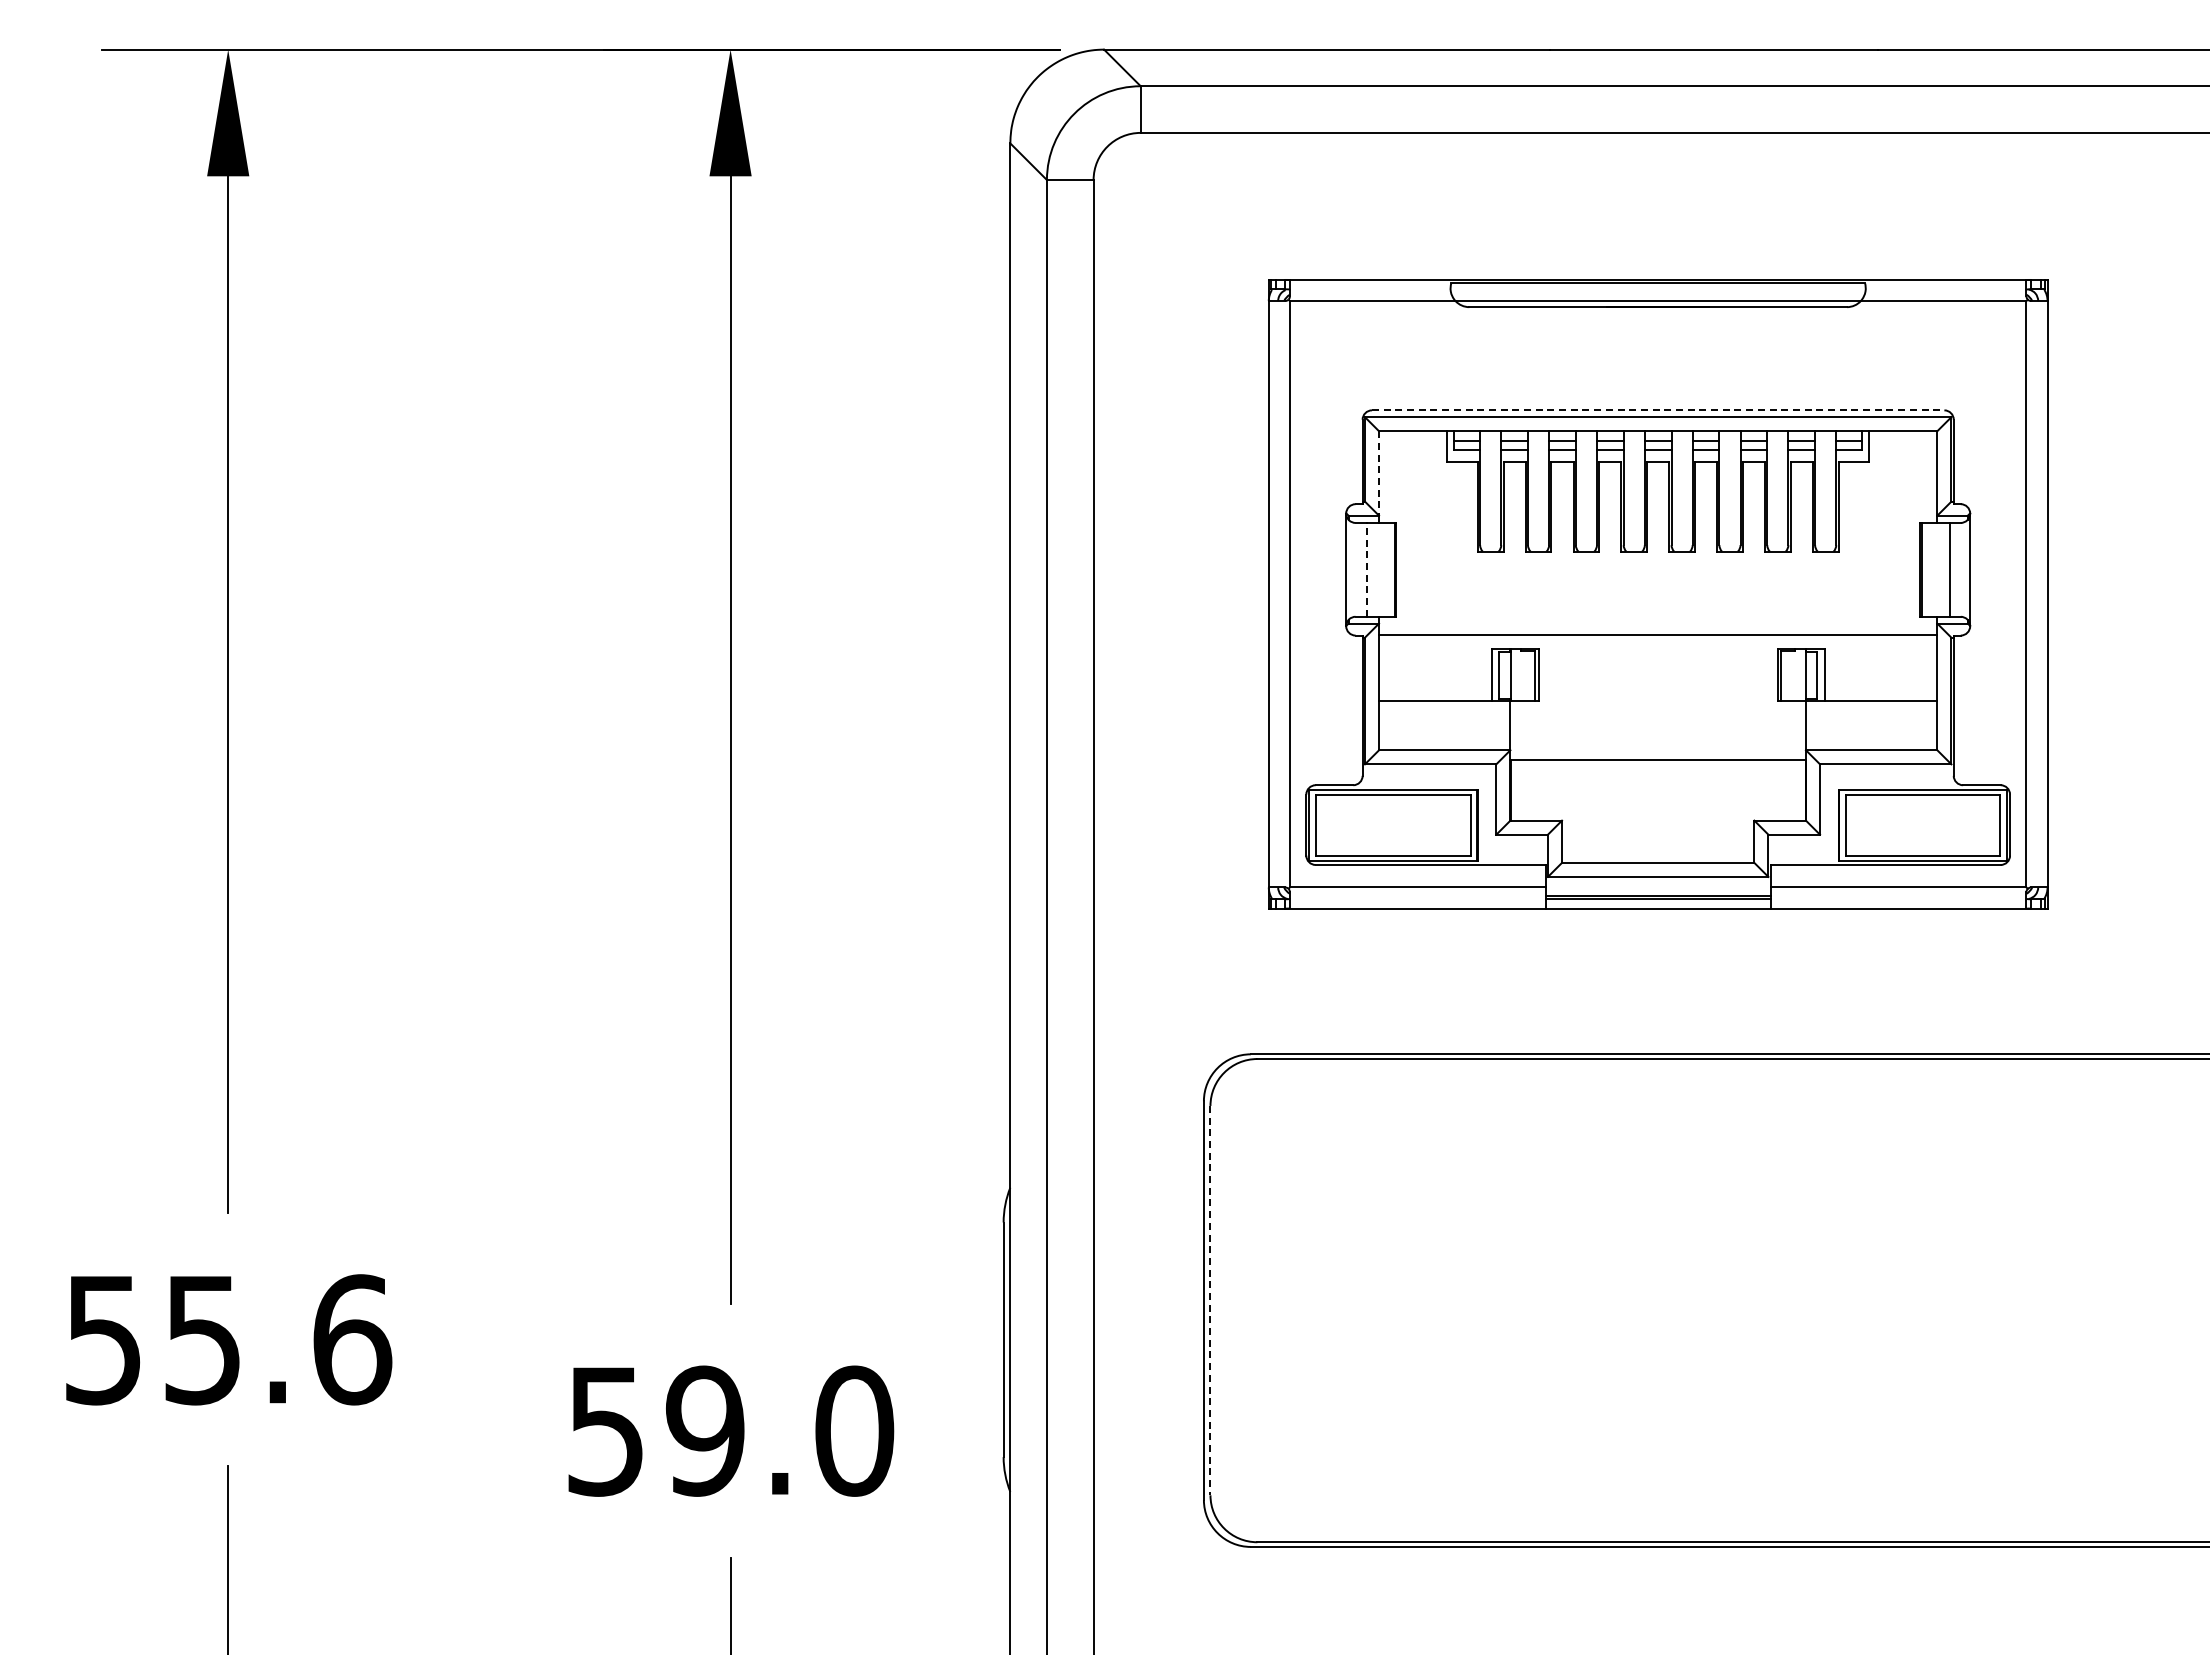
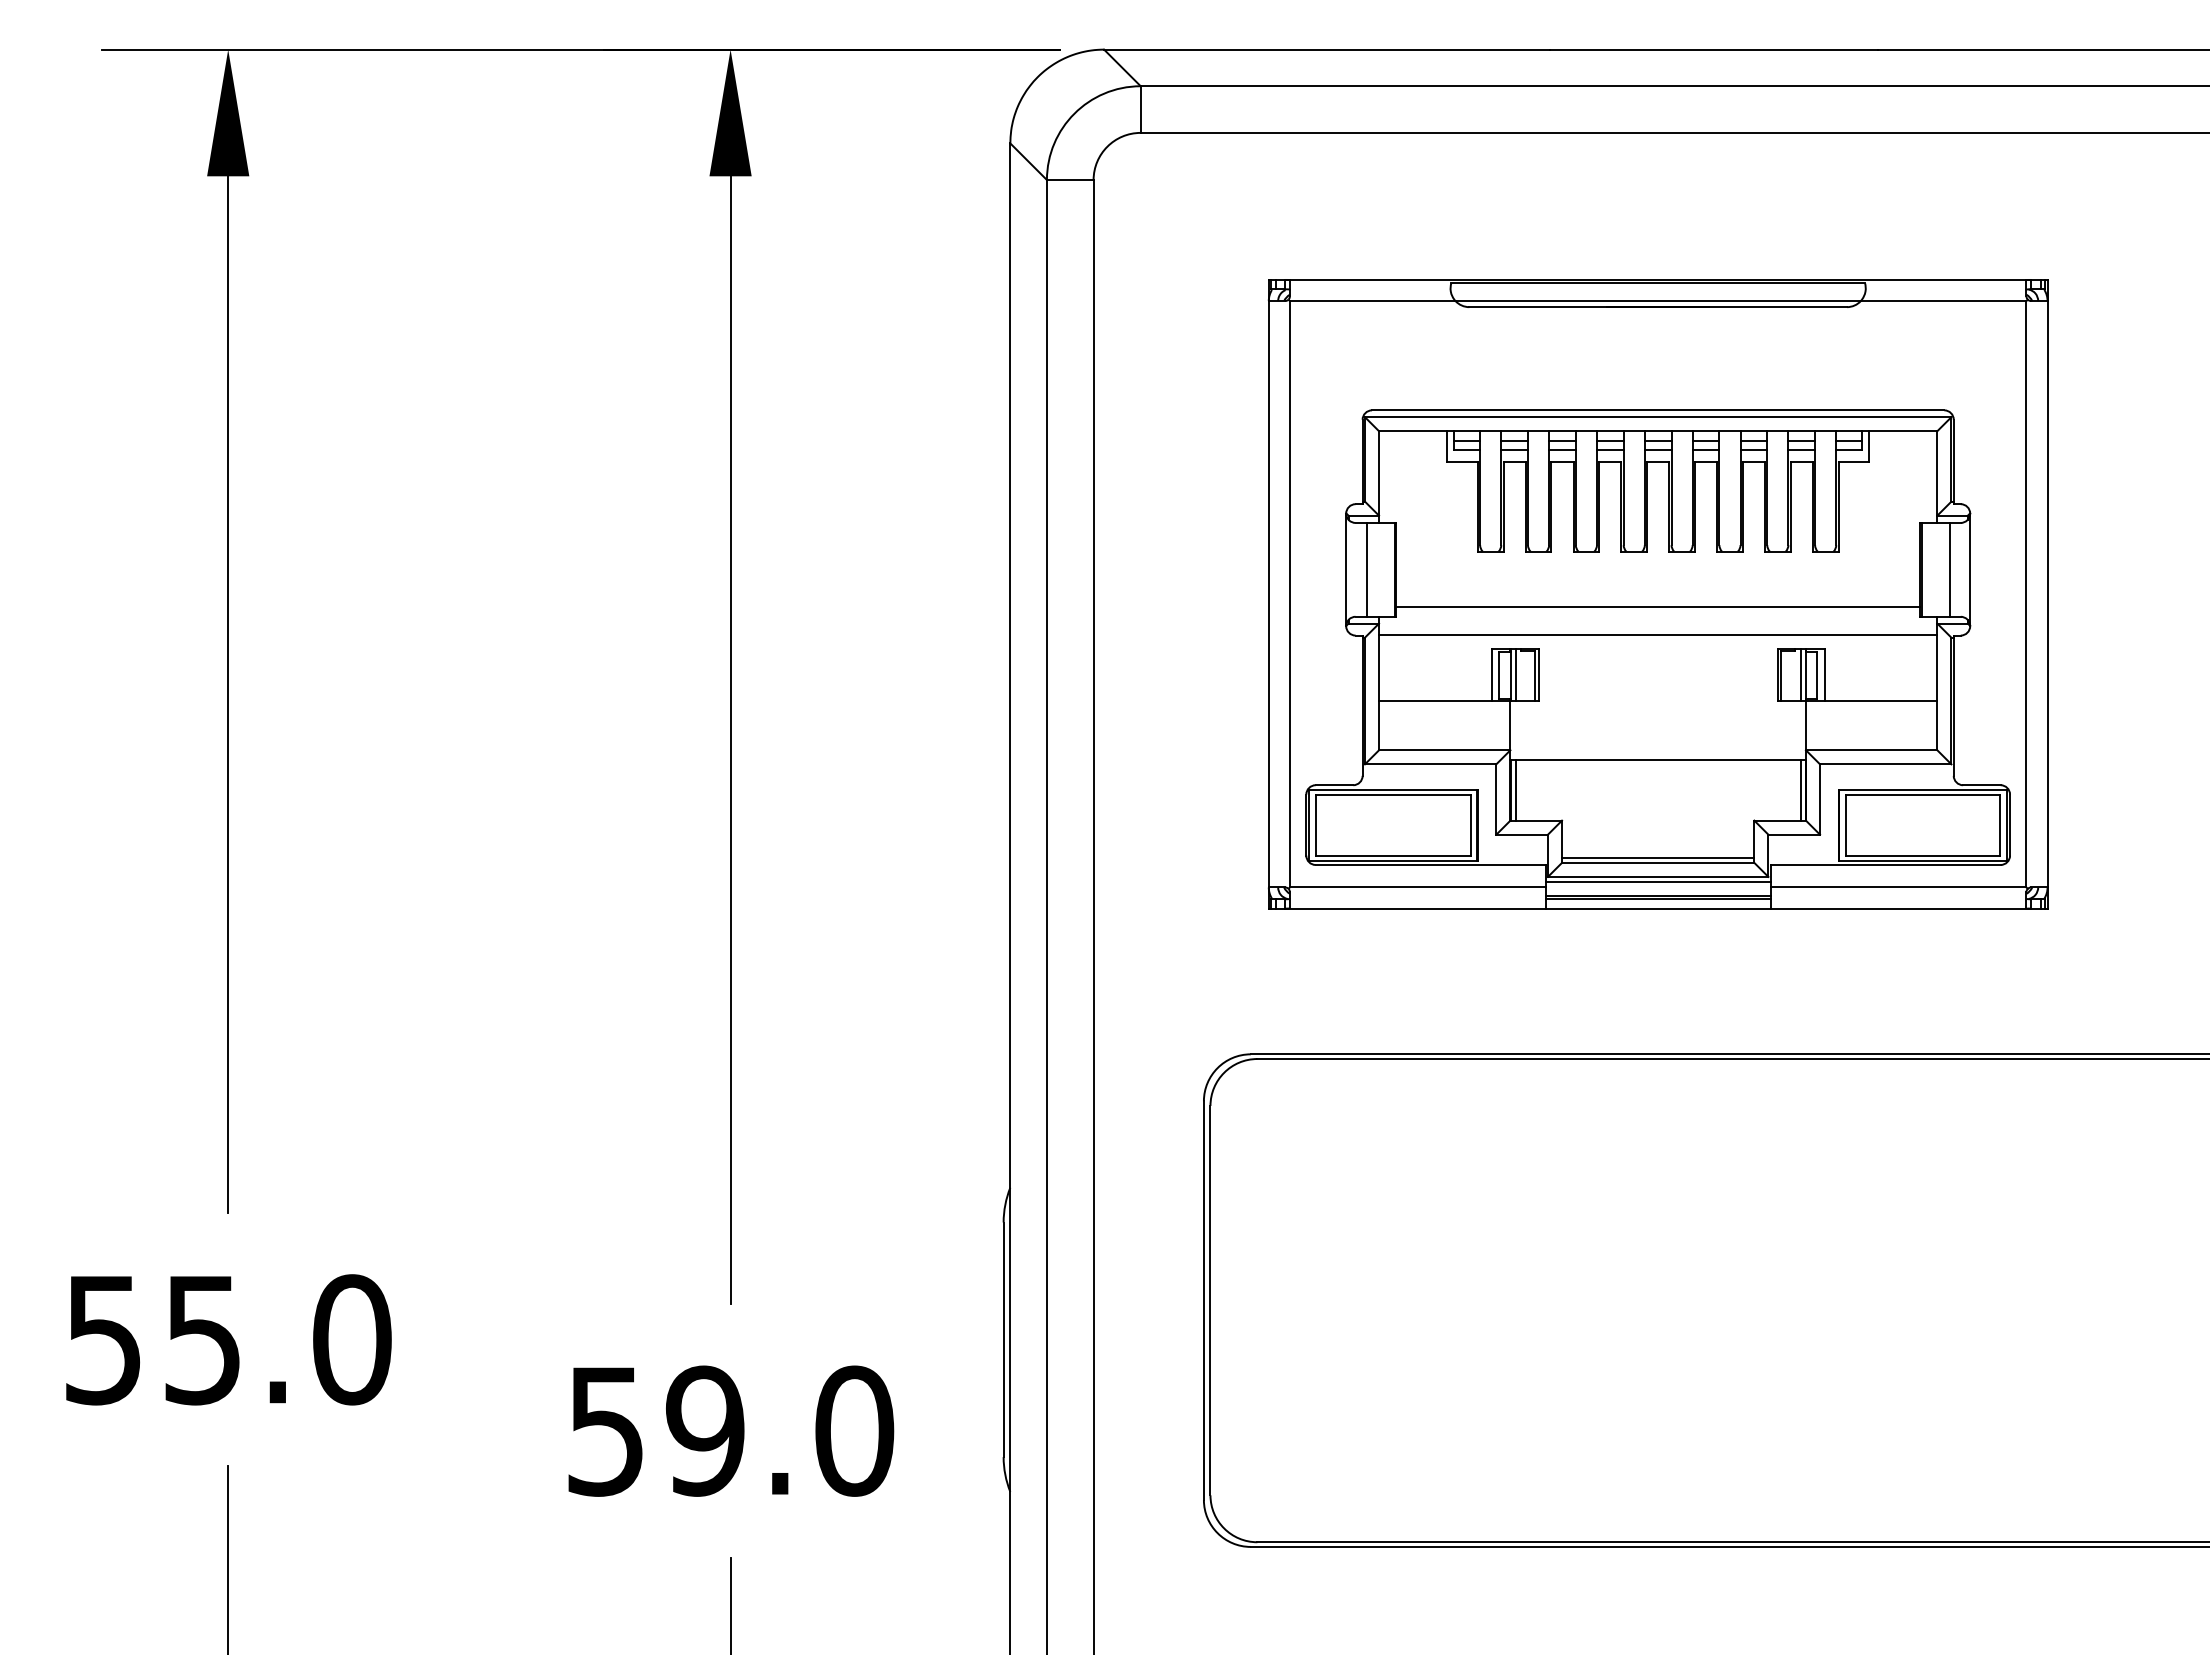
line at (1658, 410): dashed -> solid
line at (1379, 473): dashed -> solid
line at (1366, 569): dashed -> solid
line at (1658, 607): none -> present
line at (1515, 675): none -> present
line at (1800, 675): none -> present
line at (1515, 789): none -> present
line at (1800, 789): none -> present
line at (1658, 858): none -> present
line at (1657, 881): none -> present
line at (1210, 1300): dashed -> solid
text at (352, 1339): 55.6 -> 55.0
